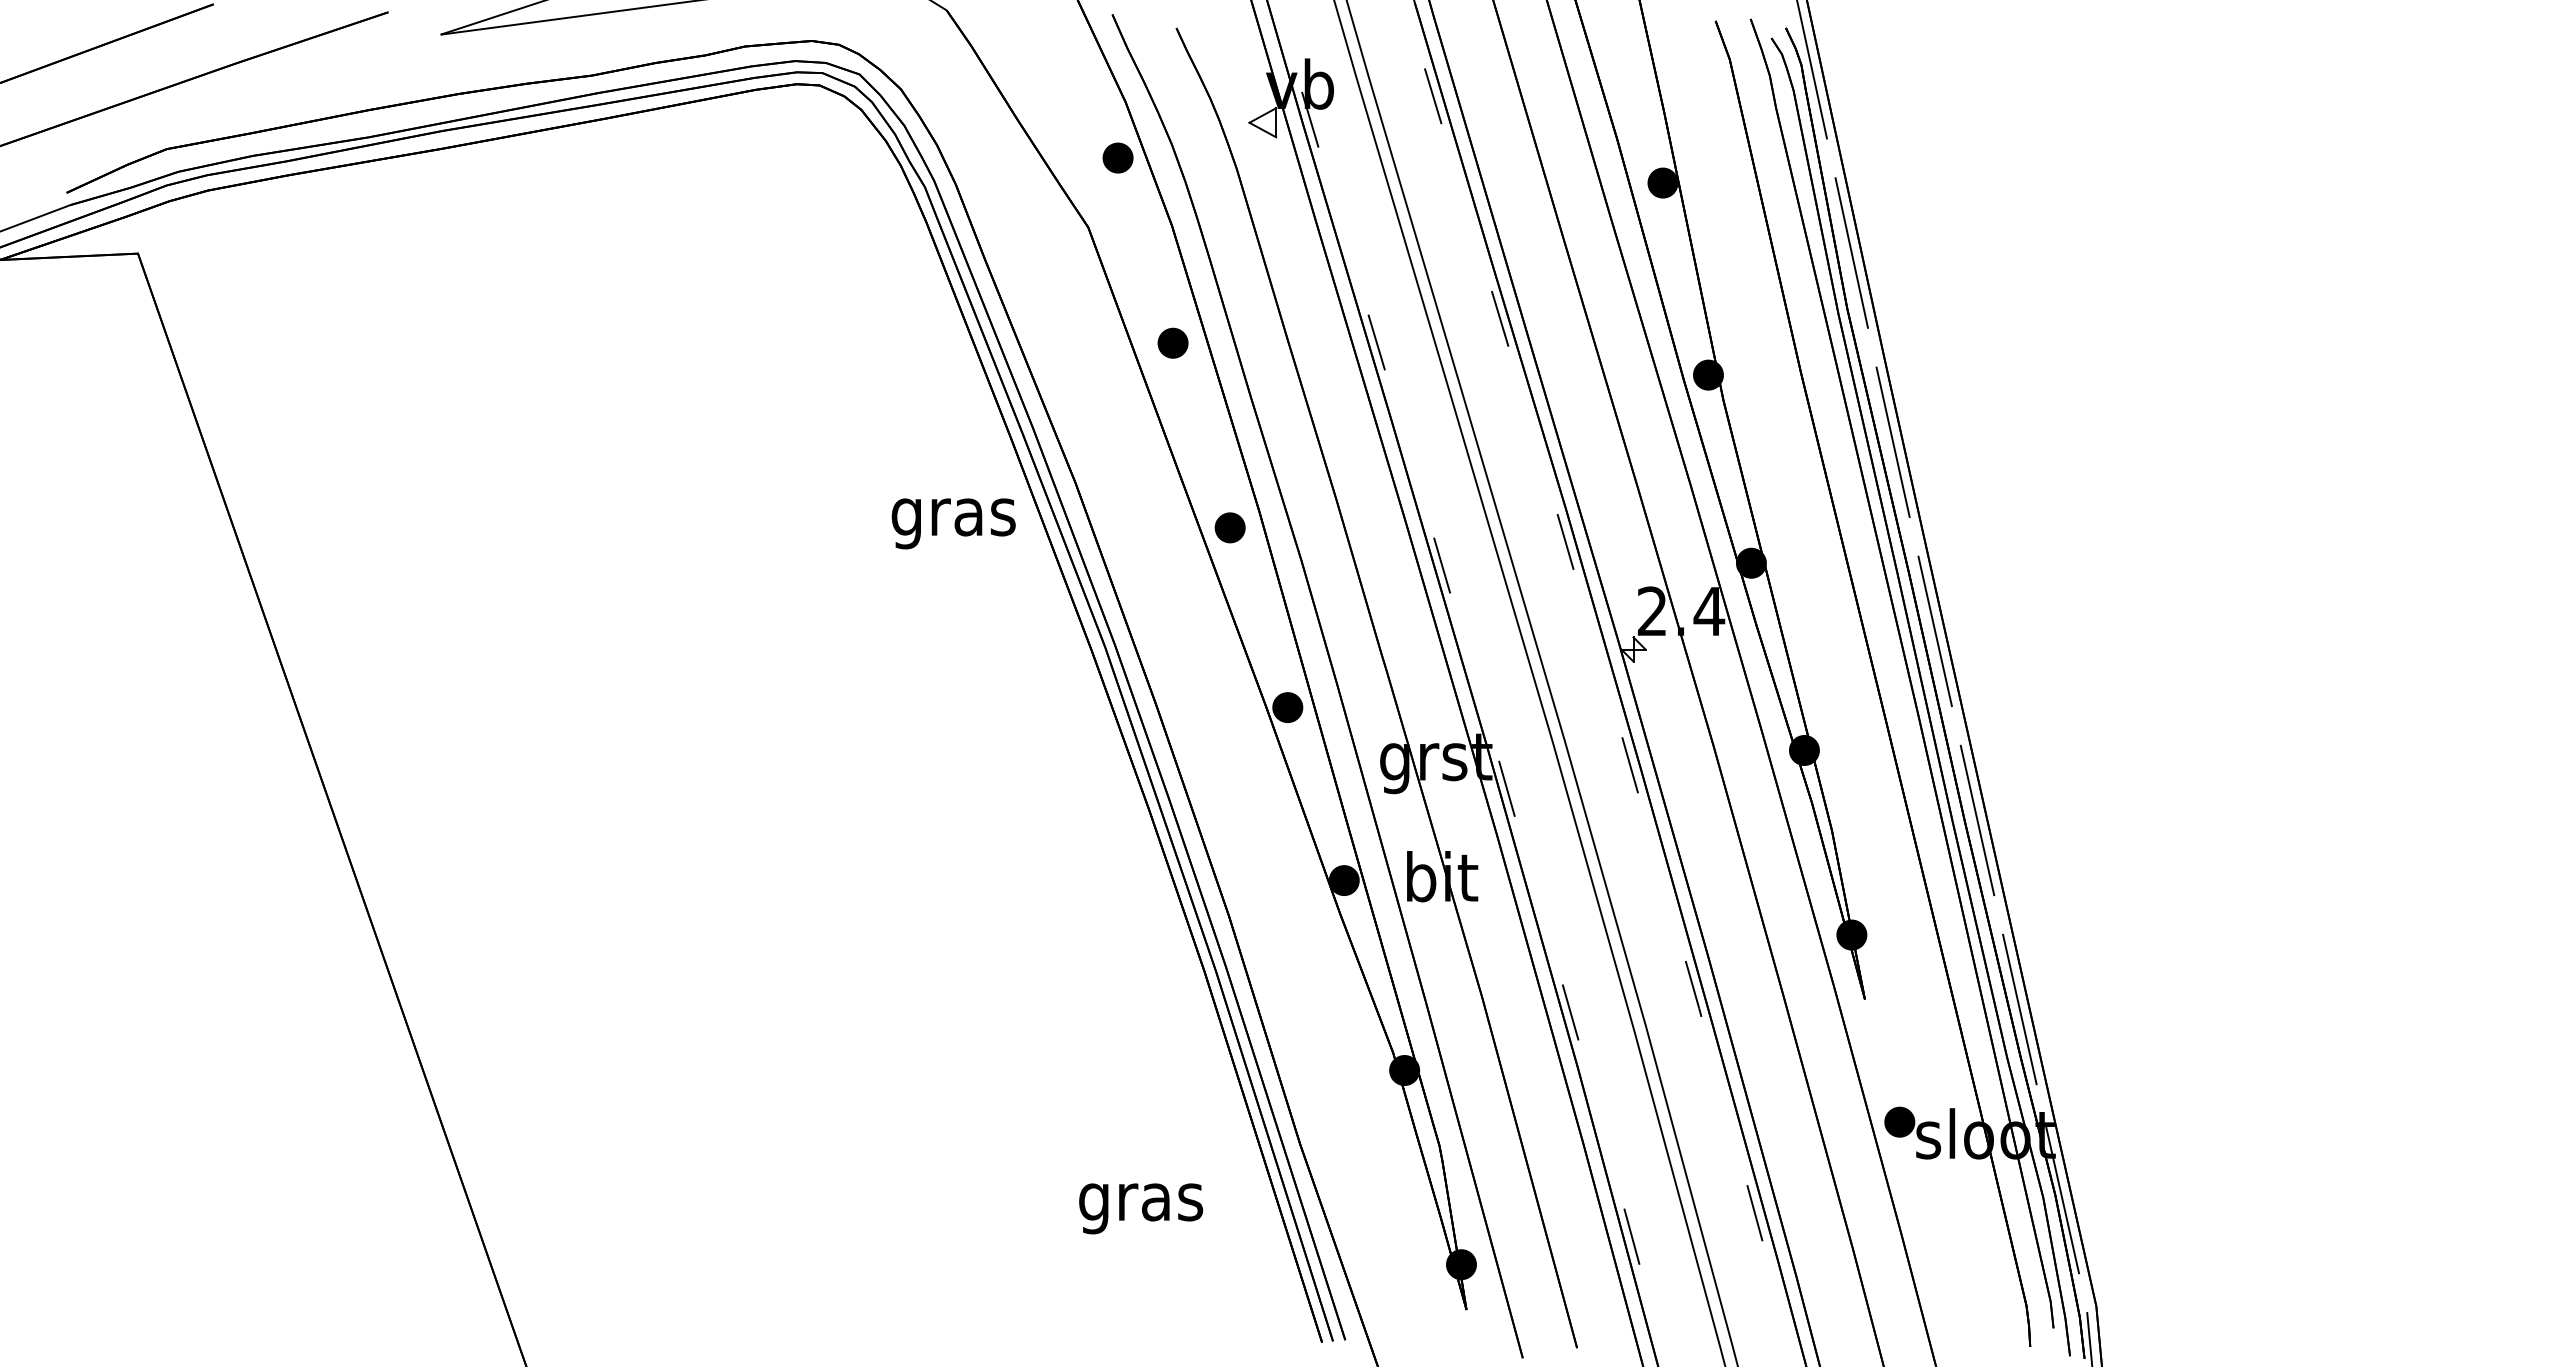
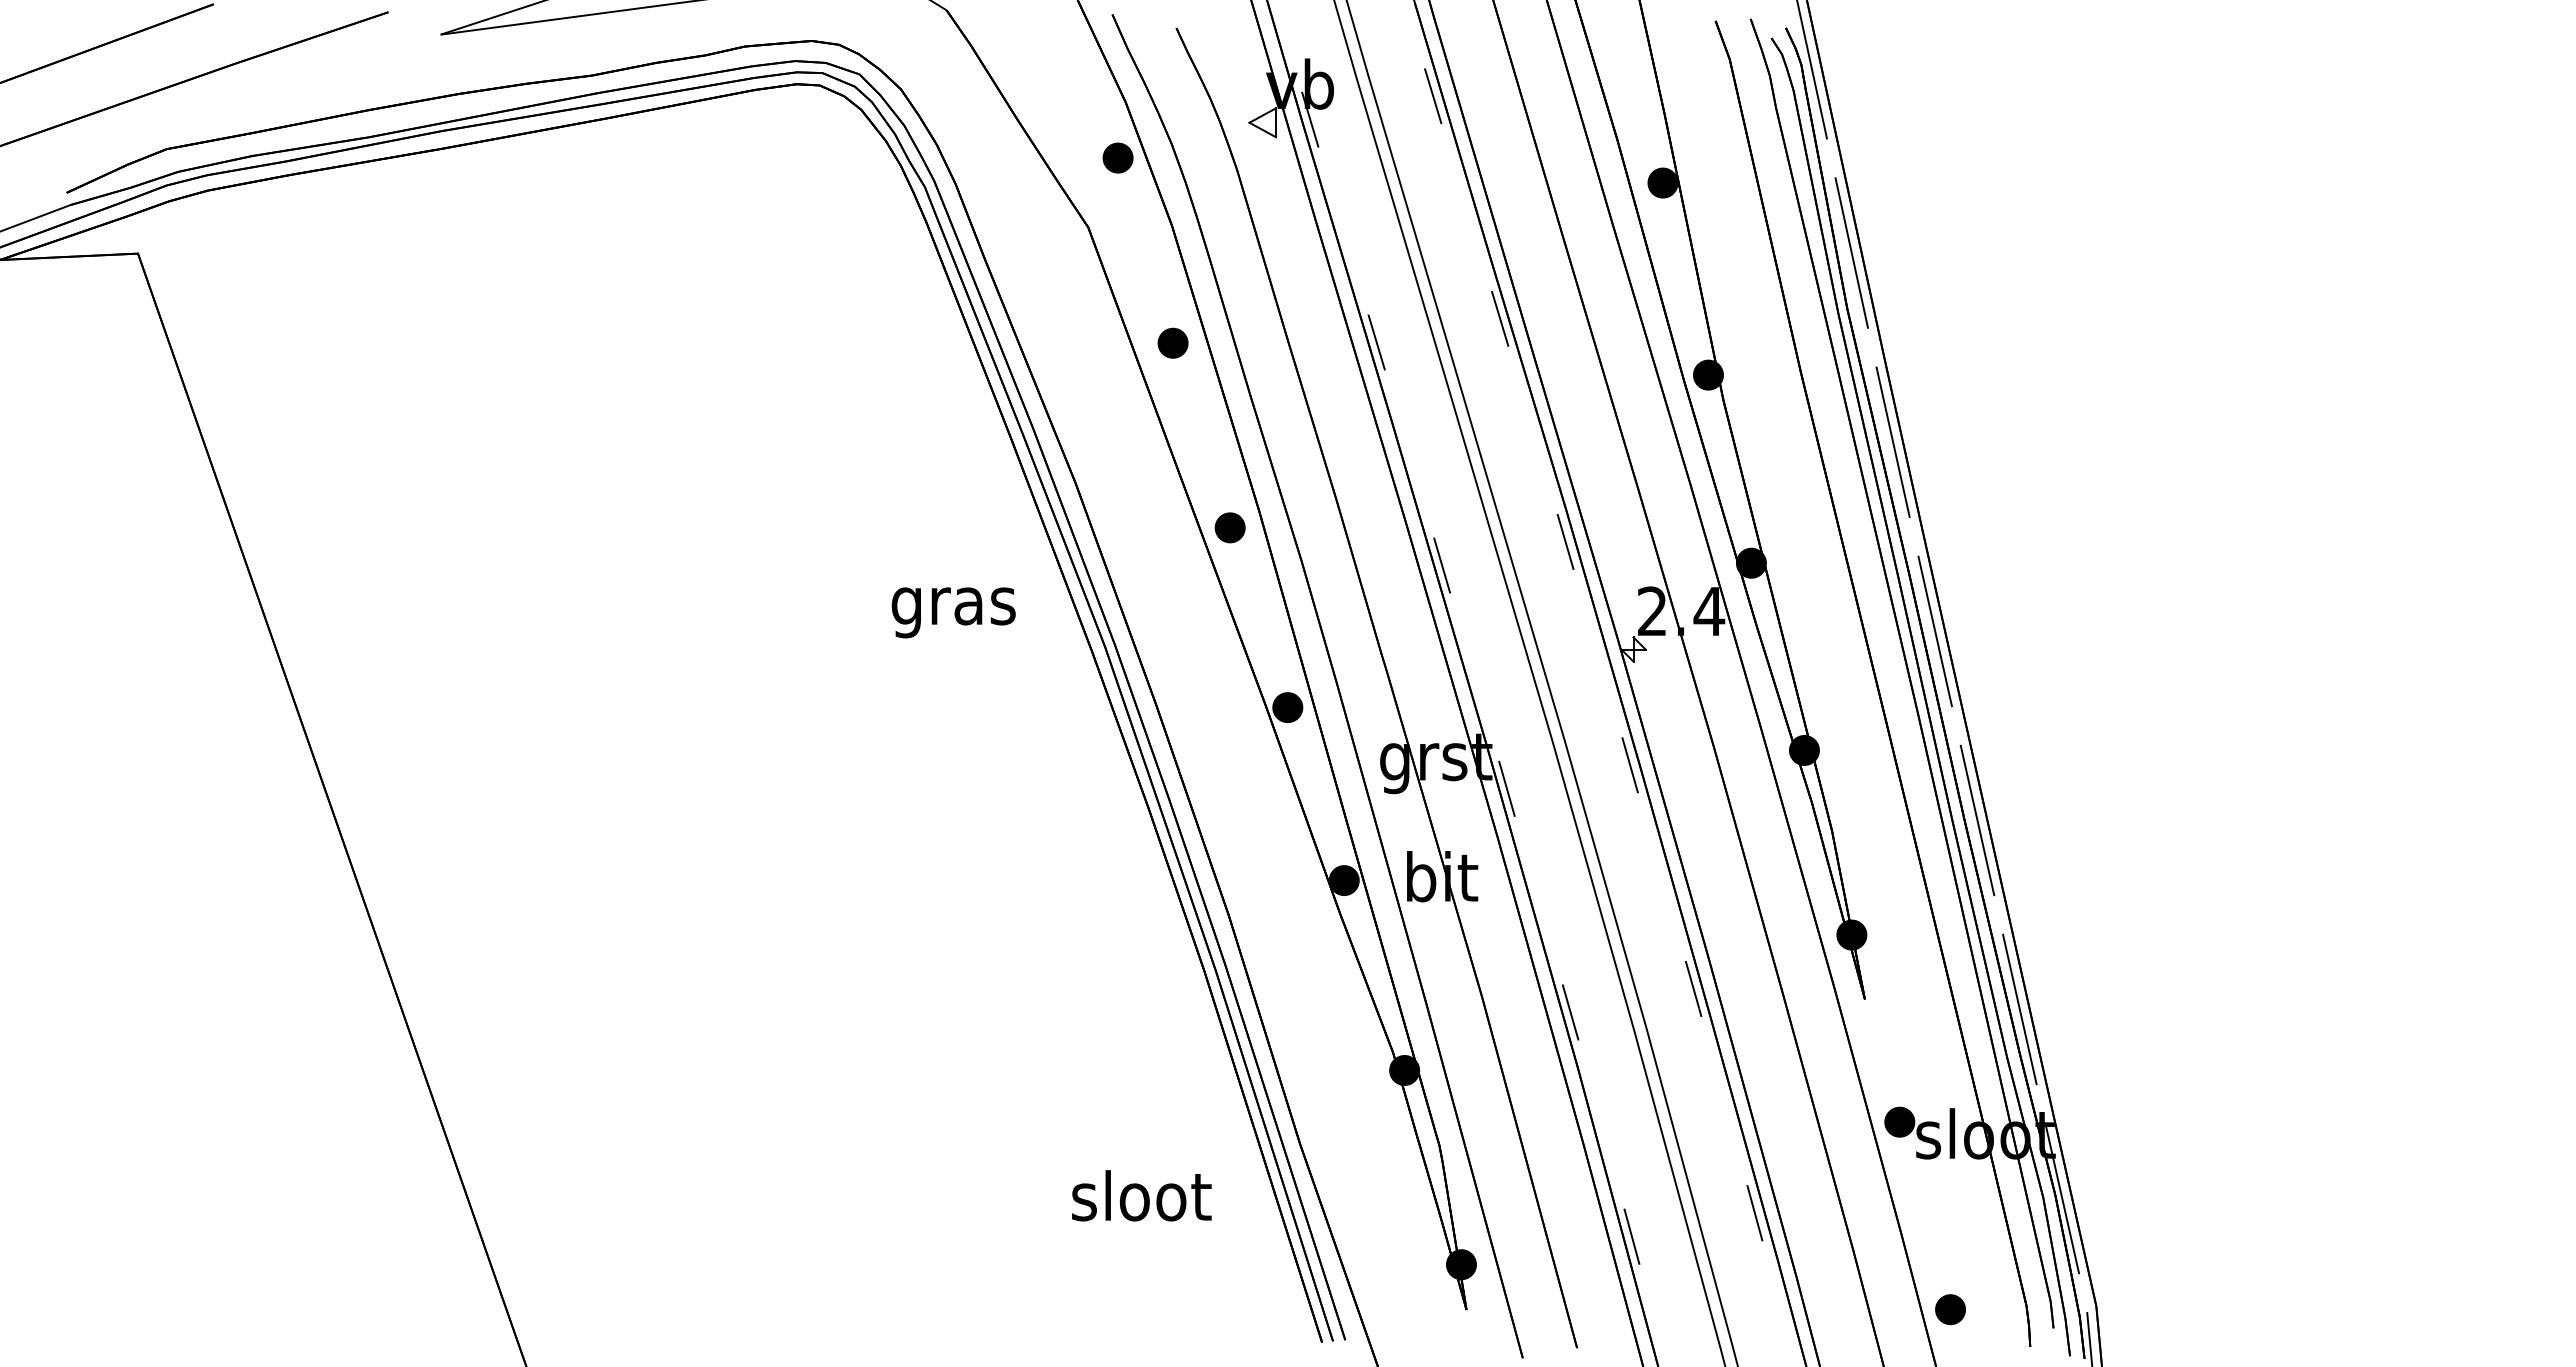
text at (953, 523) position: (953, 523) -> (953, 612)
text at (1141, 1202): gras -> sloot
part at (1950, 1309): none -> present
